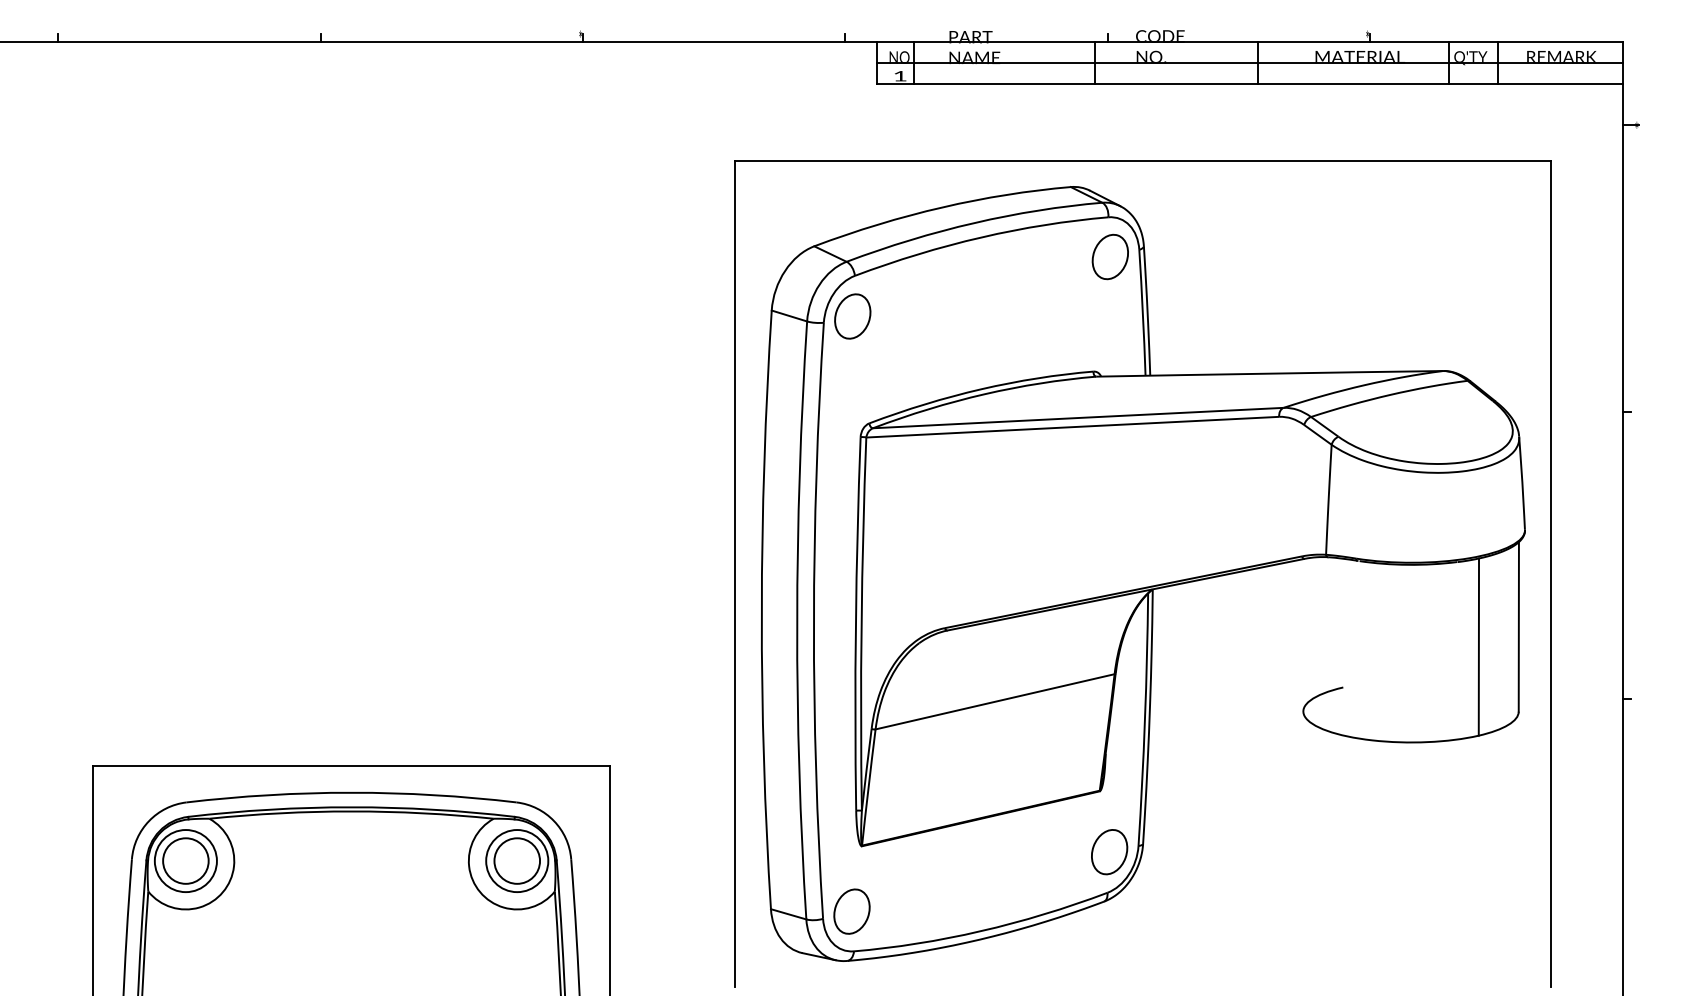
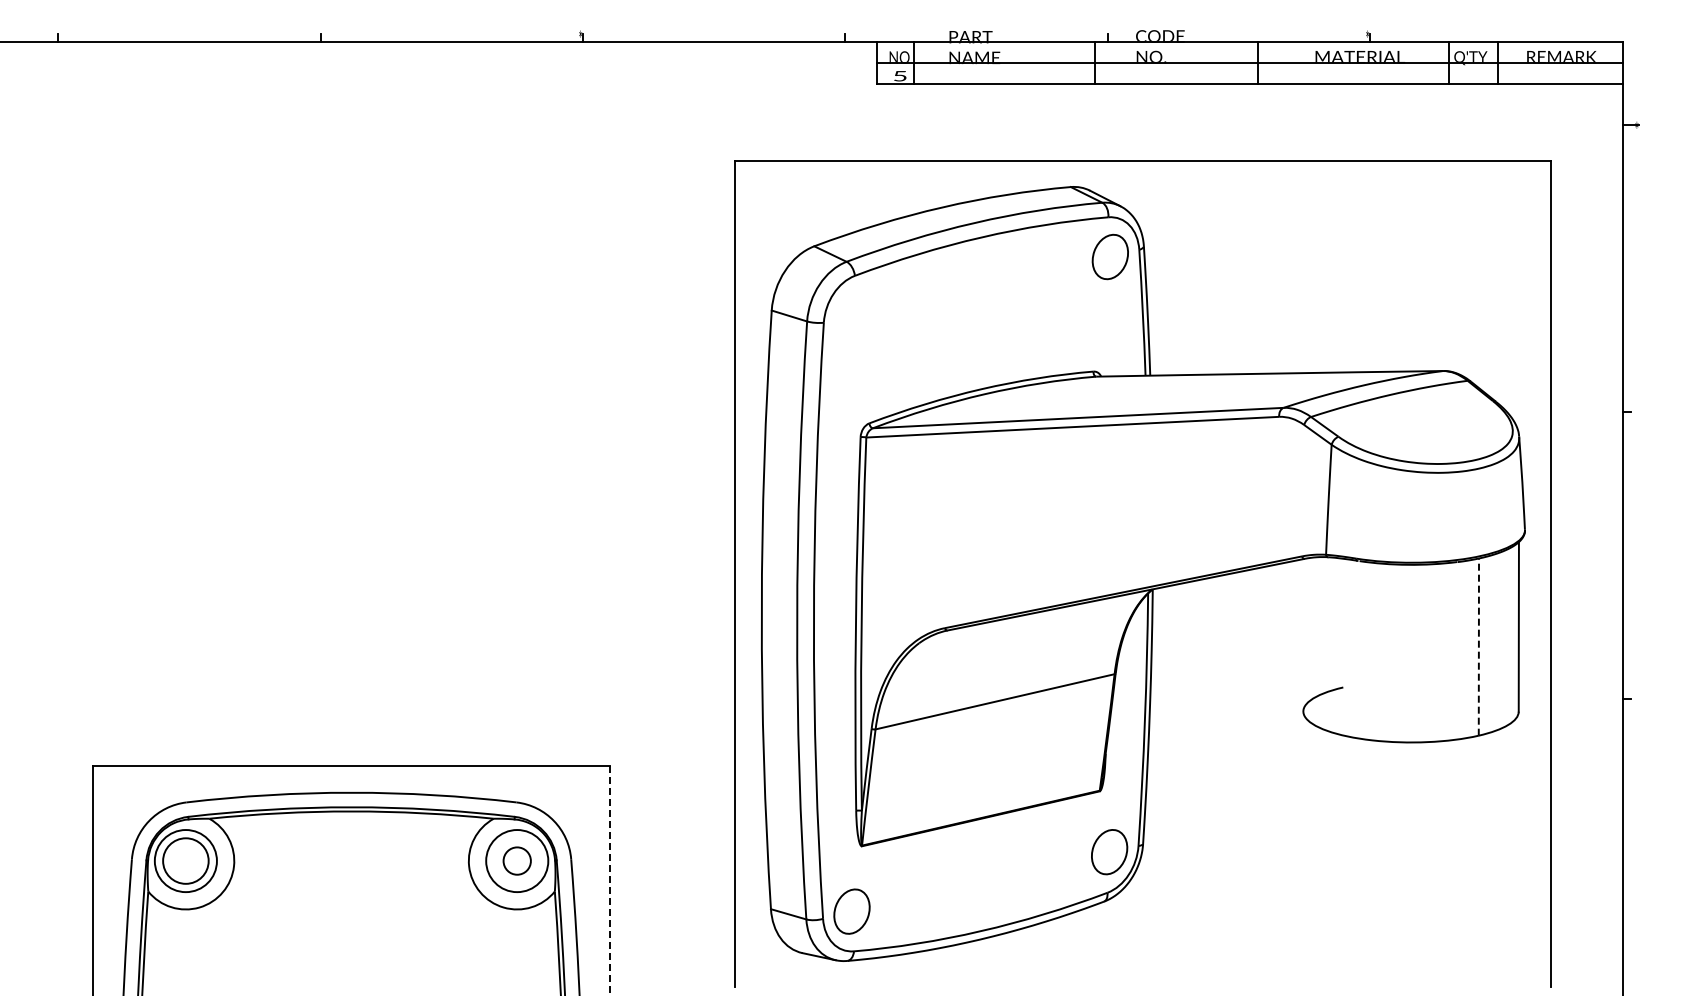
text at (900, 76): 1 -> 5
part at (852, 316): present -> none
line at (1478, 647): solid -> dashed
circle at (517, 860) diameter: 46 px -> 27 px
line at (609, 881): solid -> dashed
